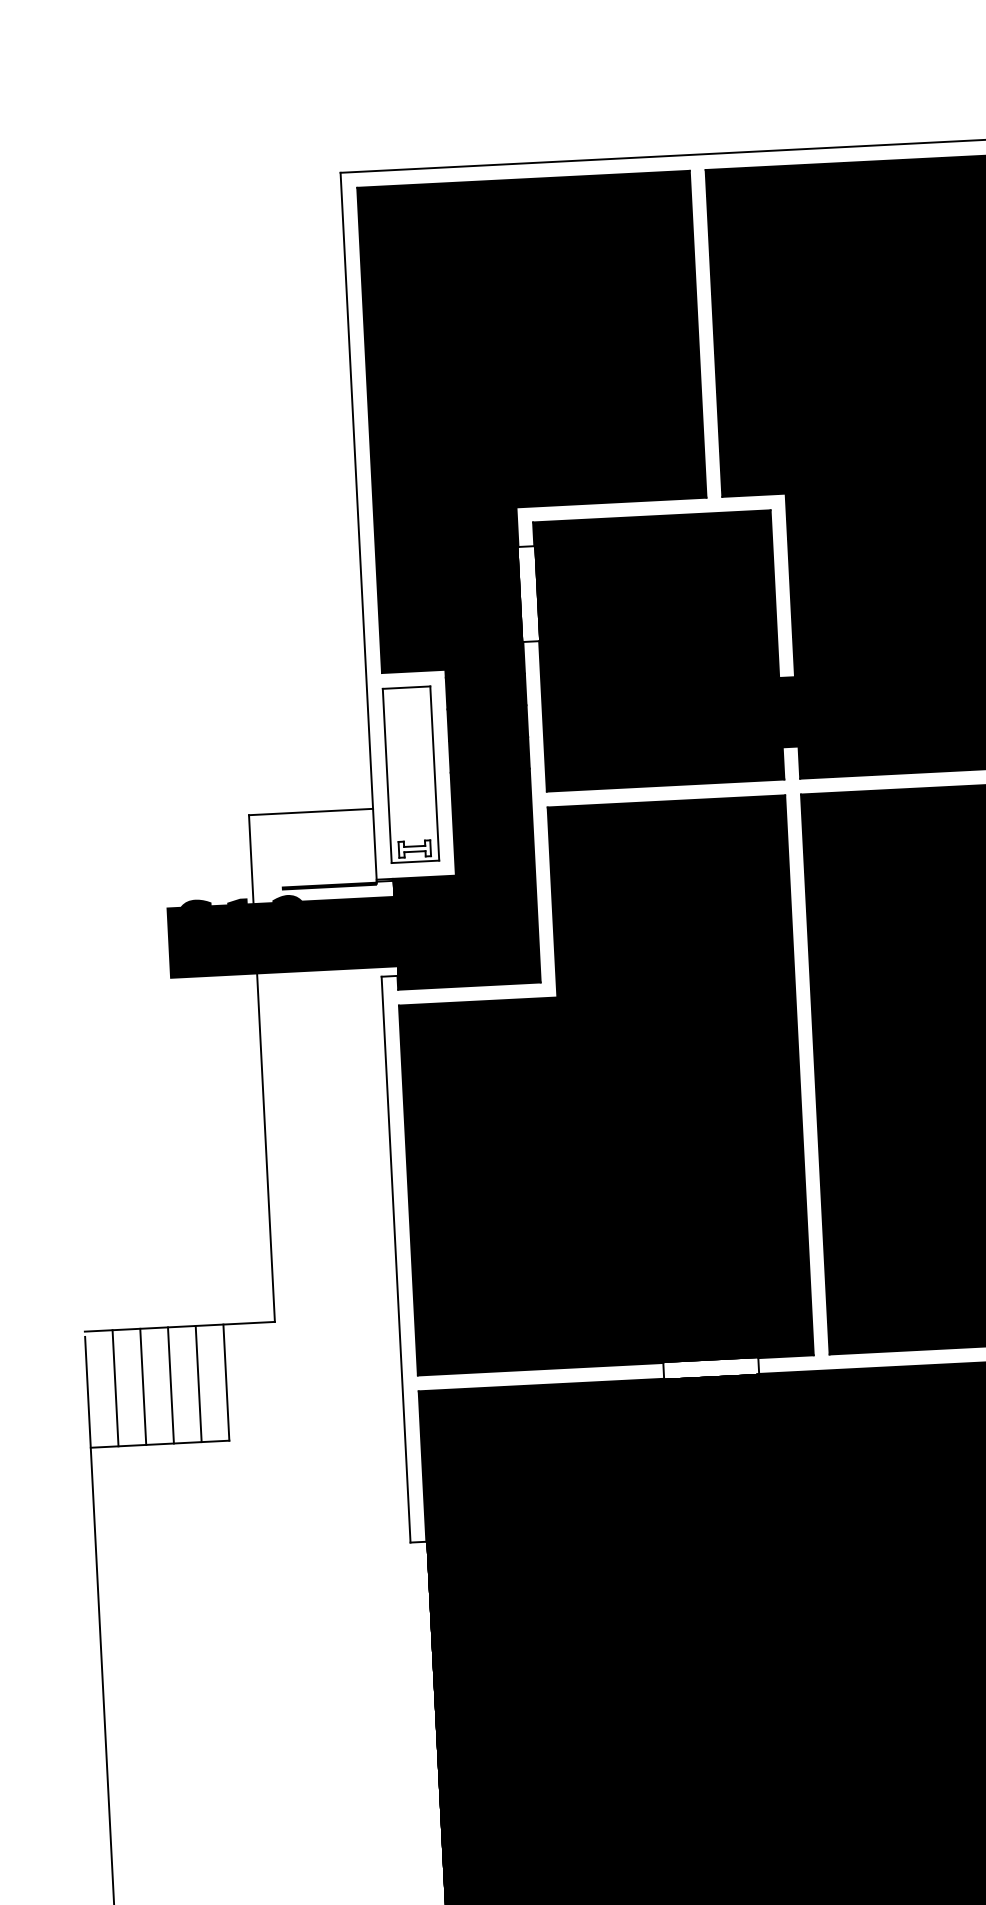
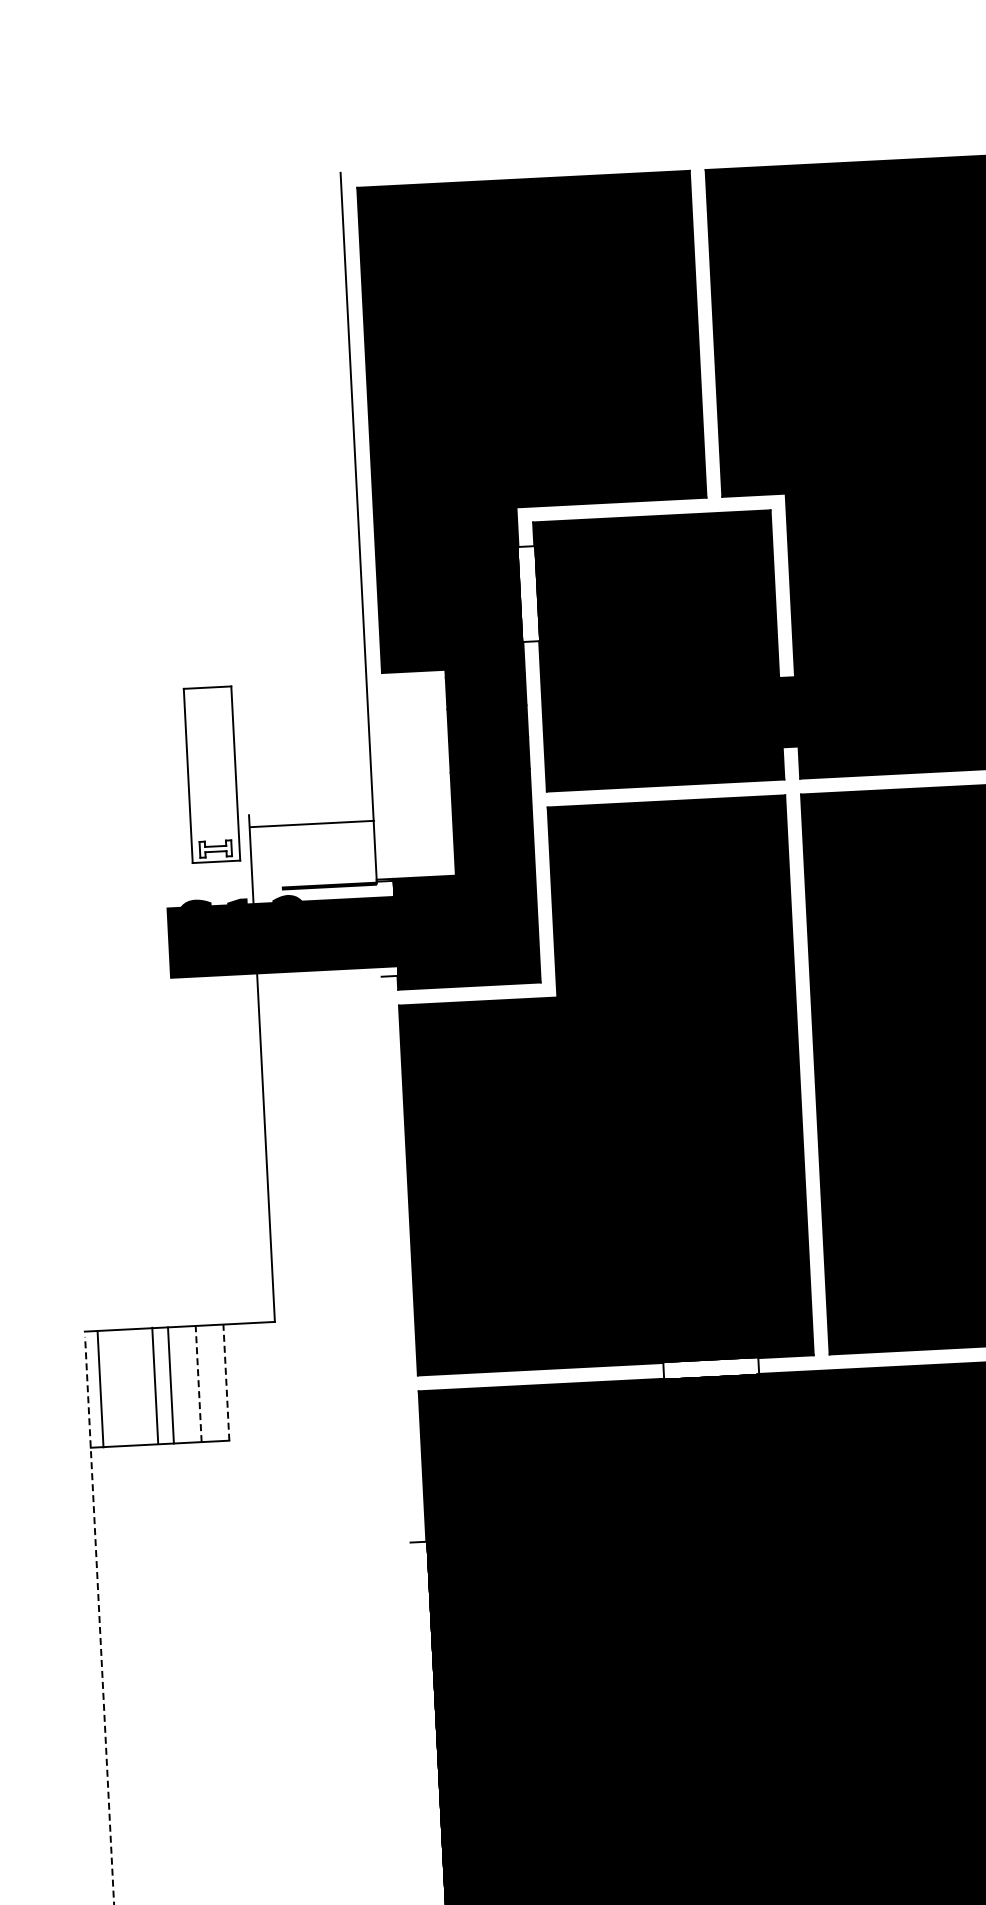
line at (661, 156): present -> none
part at (410, 774) position: (410, 774) -> (211, 774)
line at (311, 811) position: (311, 811) -> (312, 823)
line at (395, 1259): present -> none
line at (226, 1382): solid -> dashed
line at (198, 1383): solid -> dashed
line at (143, 1386) position: (143, 1386) -> (155, 1385)
line at (115, 1388) position: (115, 1388) -> (100, 1389)
line at (99, 1620): solid -> dashed
